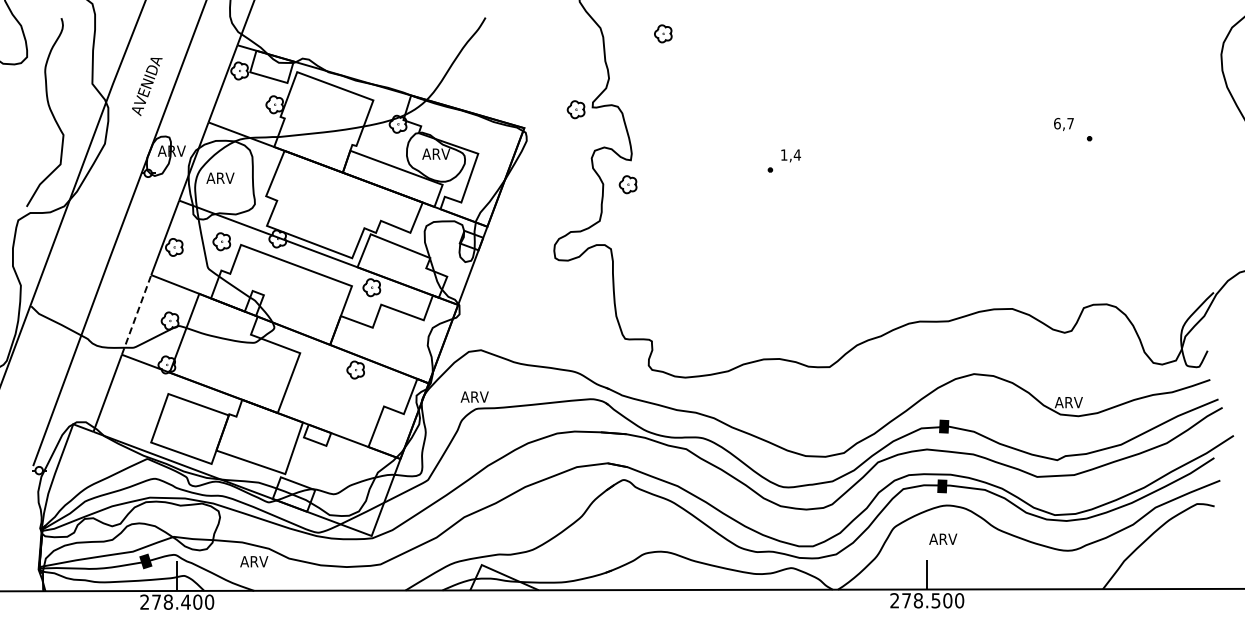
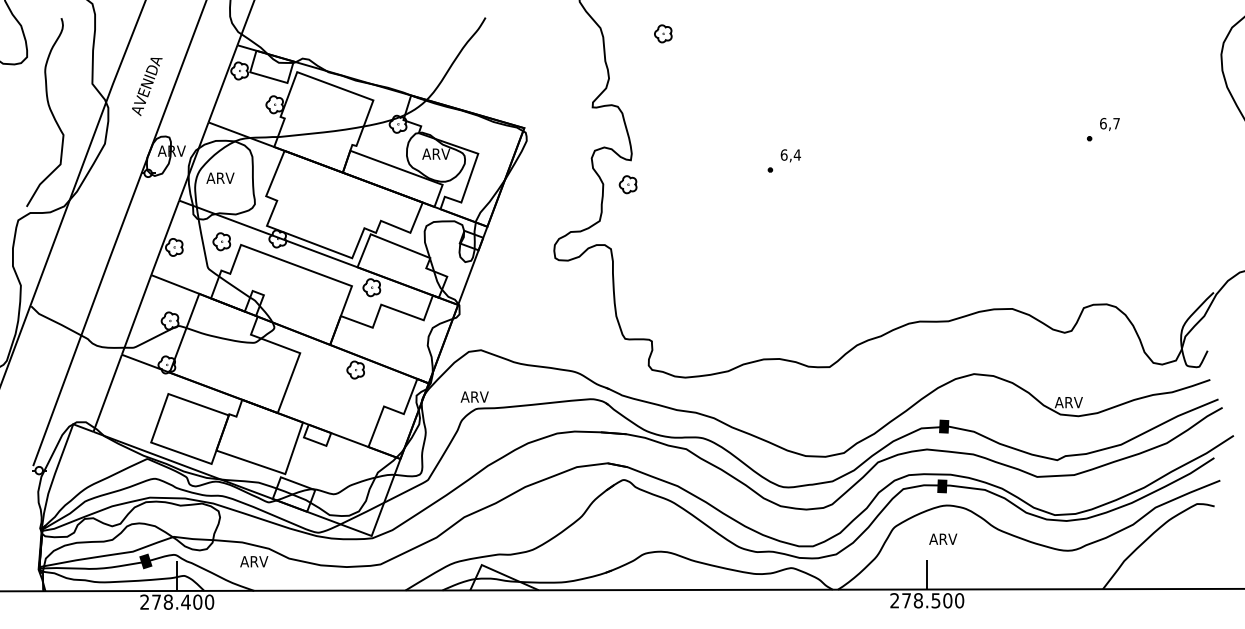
part at (575, 109): present -> none
text at (1063, 124) position: (1063, 124) -> (1109, 124)
text at (783, 154): 1,4 -> 6,4
line at (136, 314): dashed -> solid
